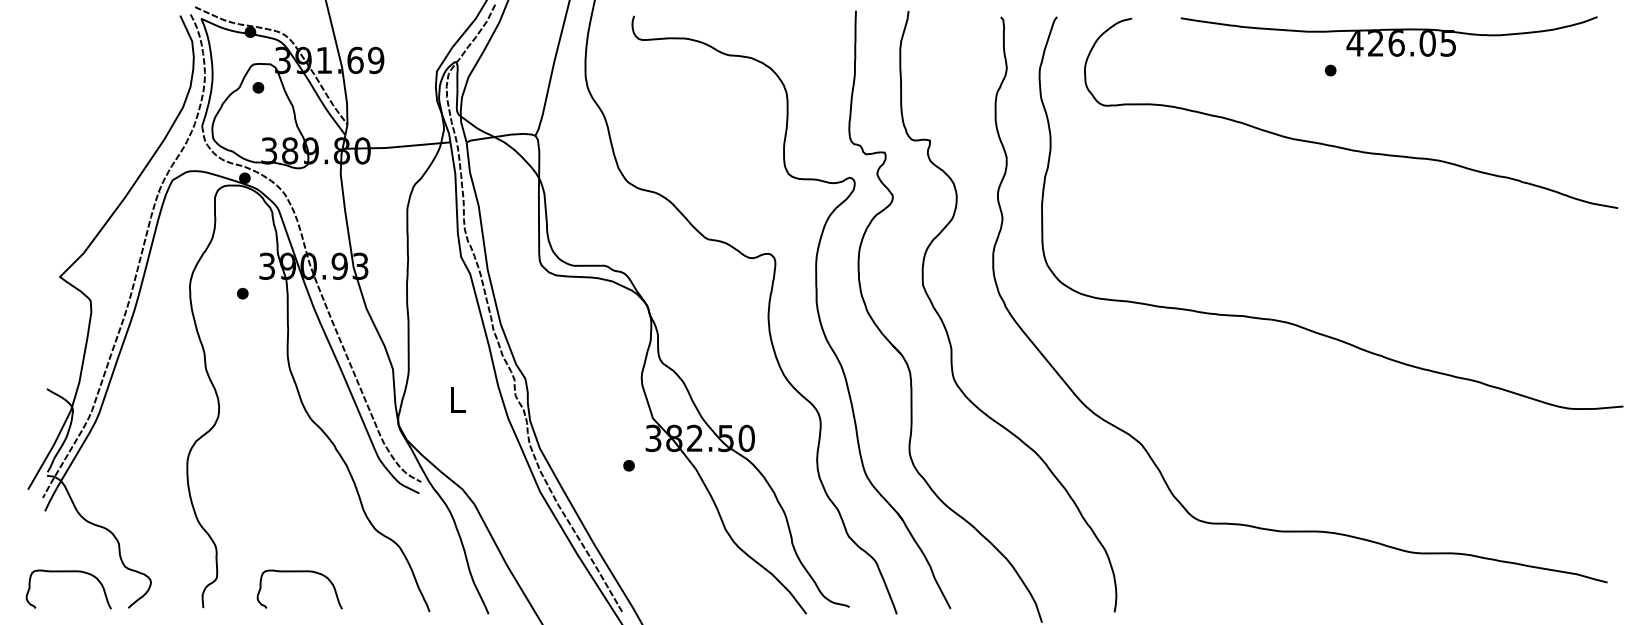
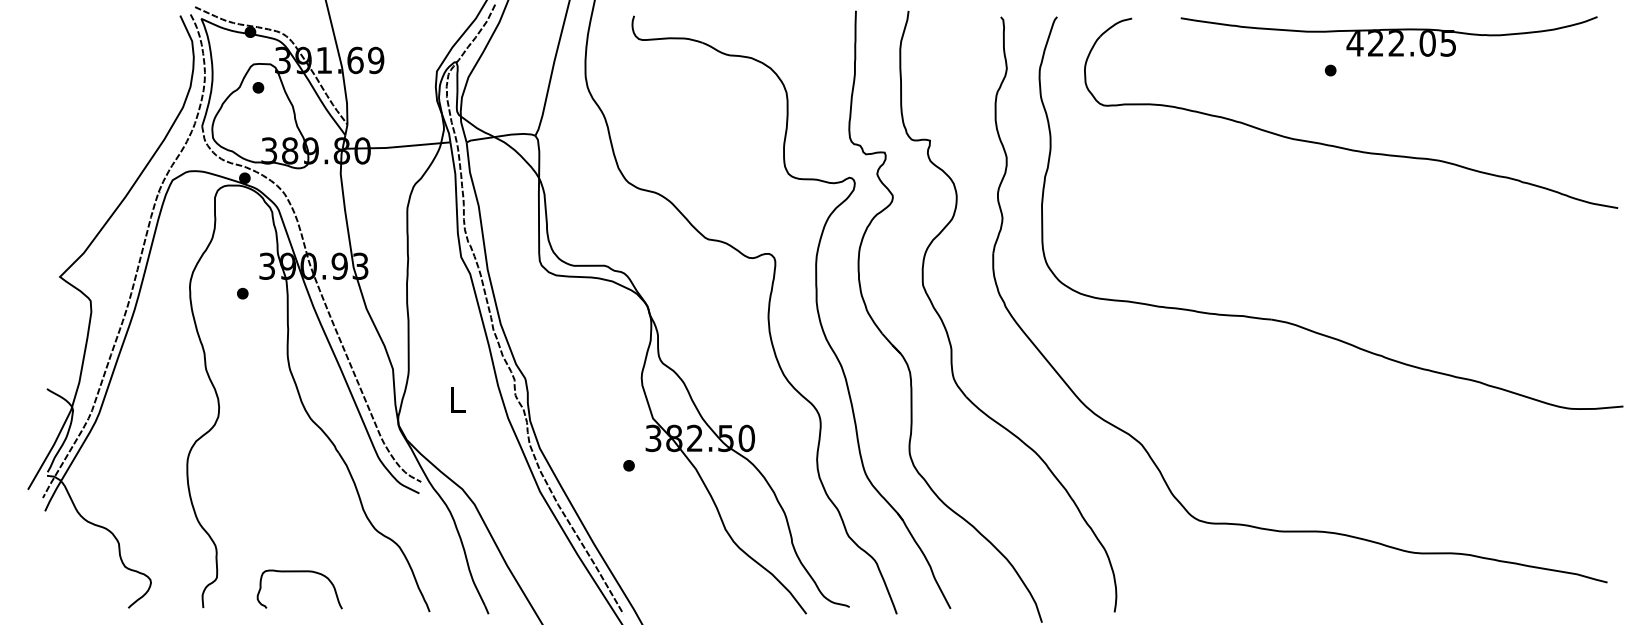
text at (1396, 43): 426.05 -> 422.05
curve at (68, 572): present -> none
